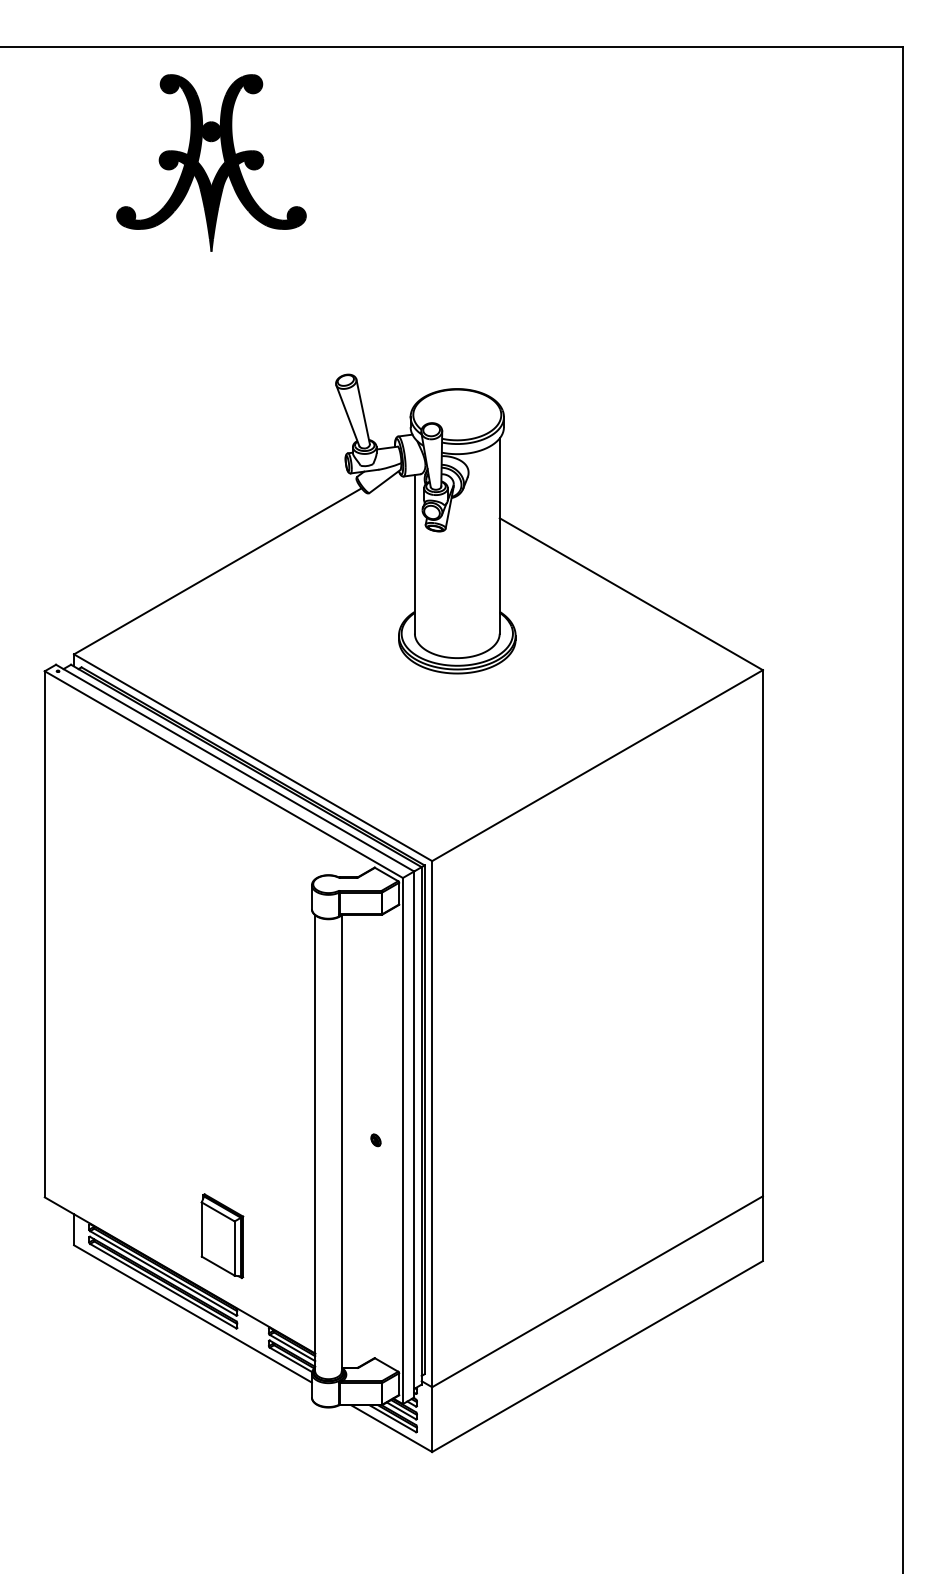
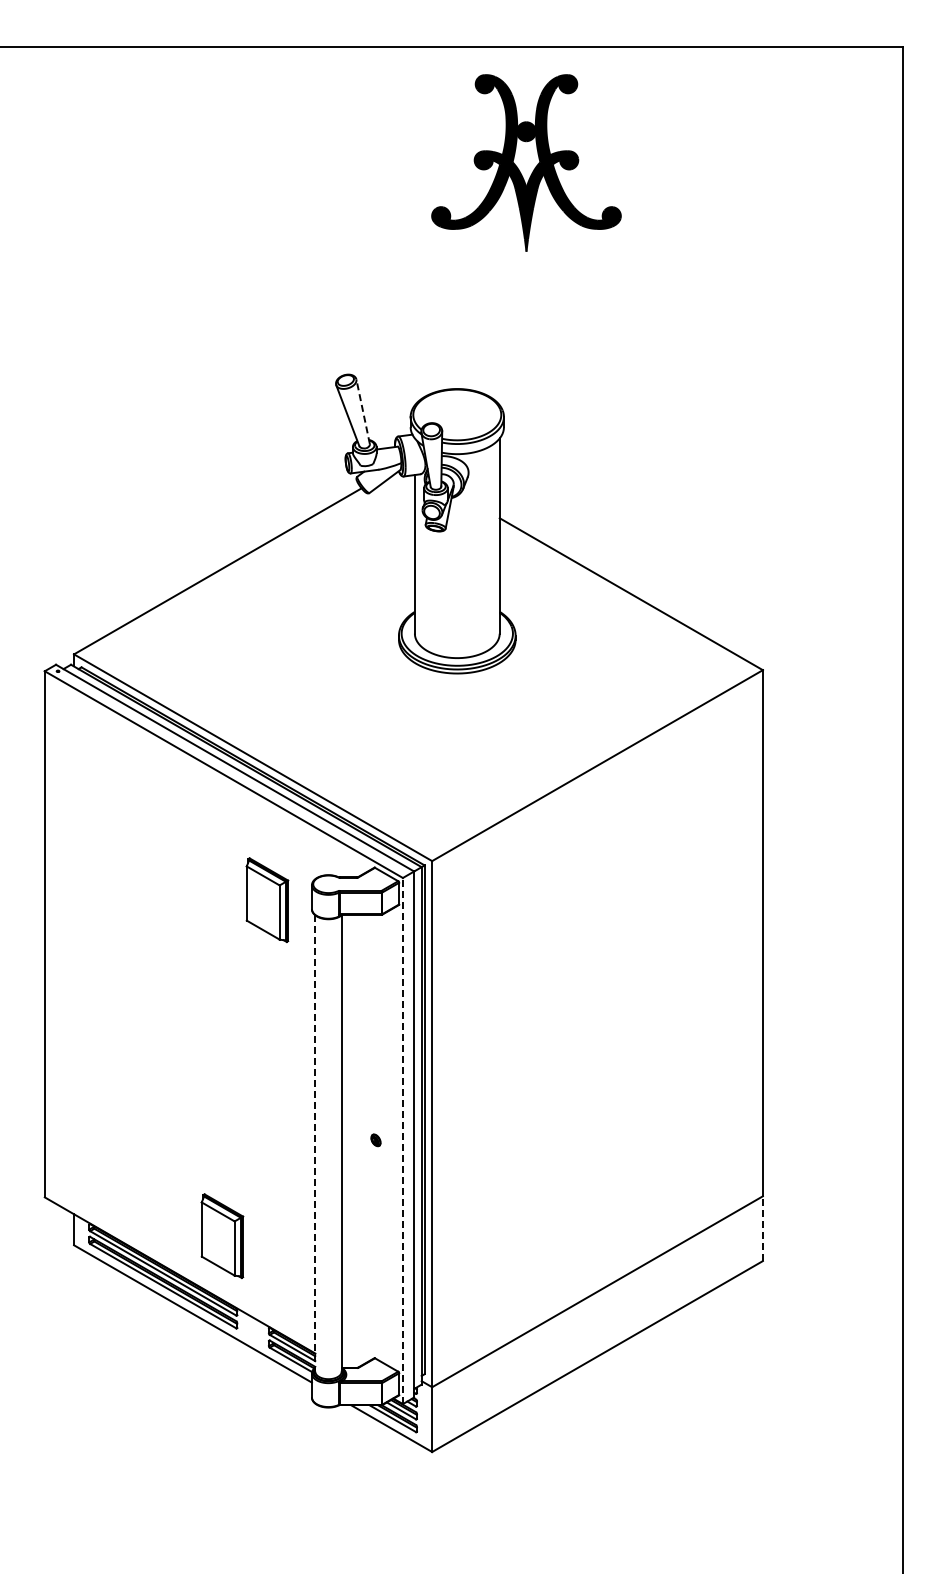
part at (211, 162) position: (211, 162) -> (526, 162)
line at (363, 411): solid -> dashed
part at (267, 899): none -> present
line at (402, 1140): solid -> dashed
line at (315, 1143): solid -> dashed
line at (762, 1228): solid -> dashed
